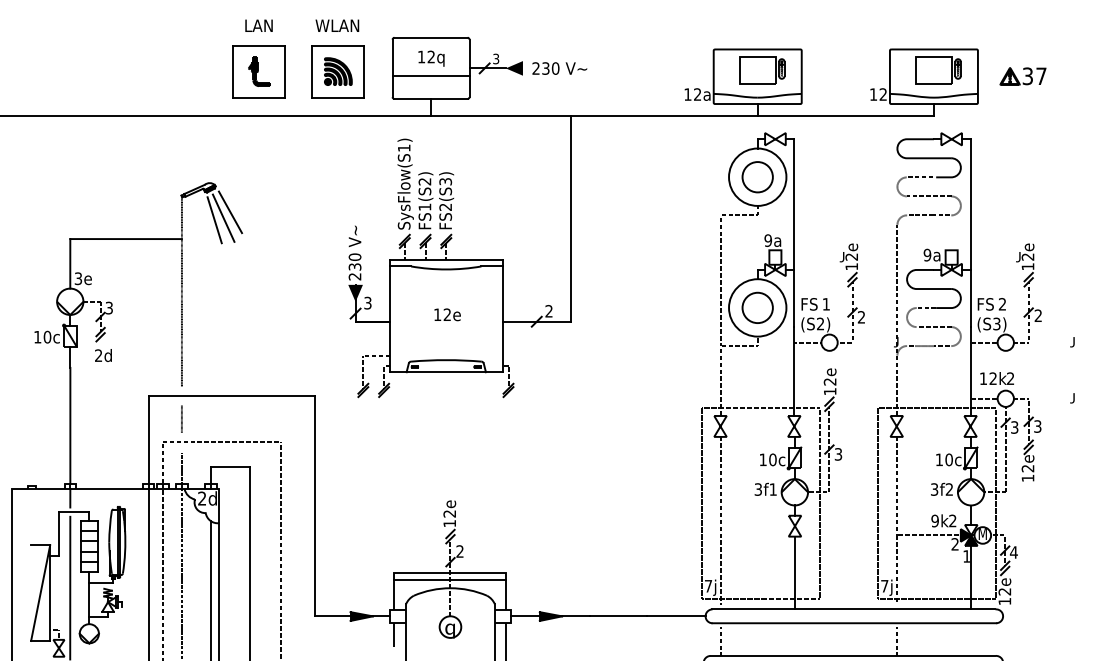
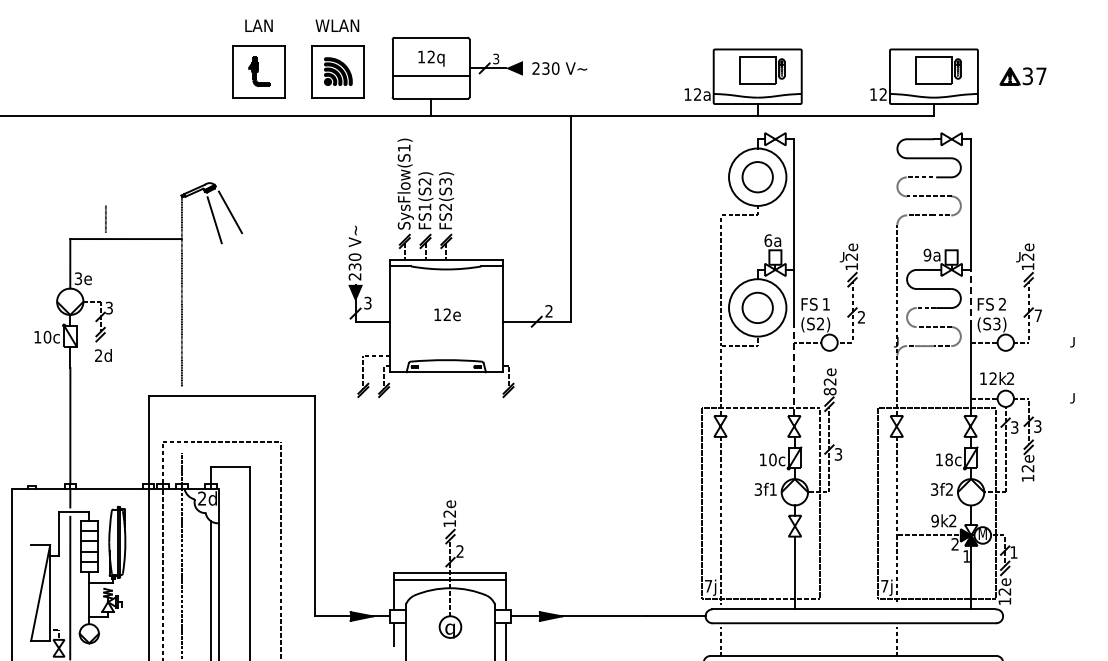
line at (223, 217): present -> none
text at (768, 240): 9a -> 6a
line at (970, 298): solid -> dashed
text at (1037, 315): 2 -> 7
line at (794, 371): solid -> dashed
text at (829, 391): 12e -> 82e
line at (181, 418) position: (181, 418) -> (105, 218)
text at (948, 459): 10c -> 18c
text at (1013, 552): 4 -> 1
